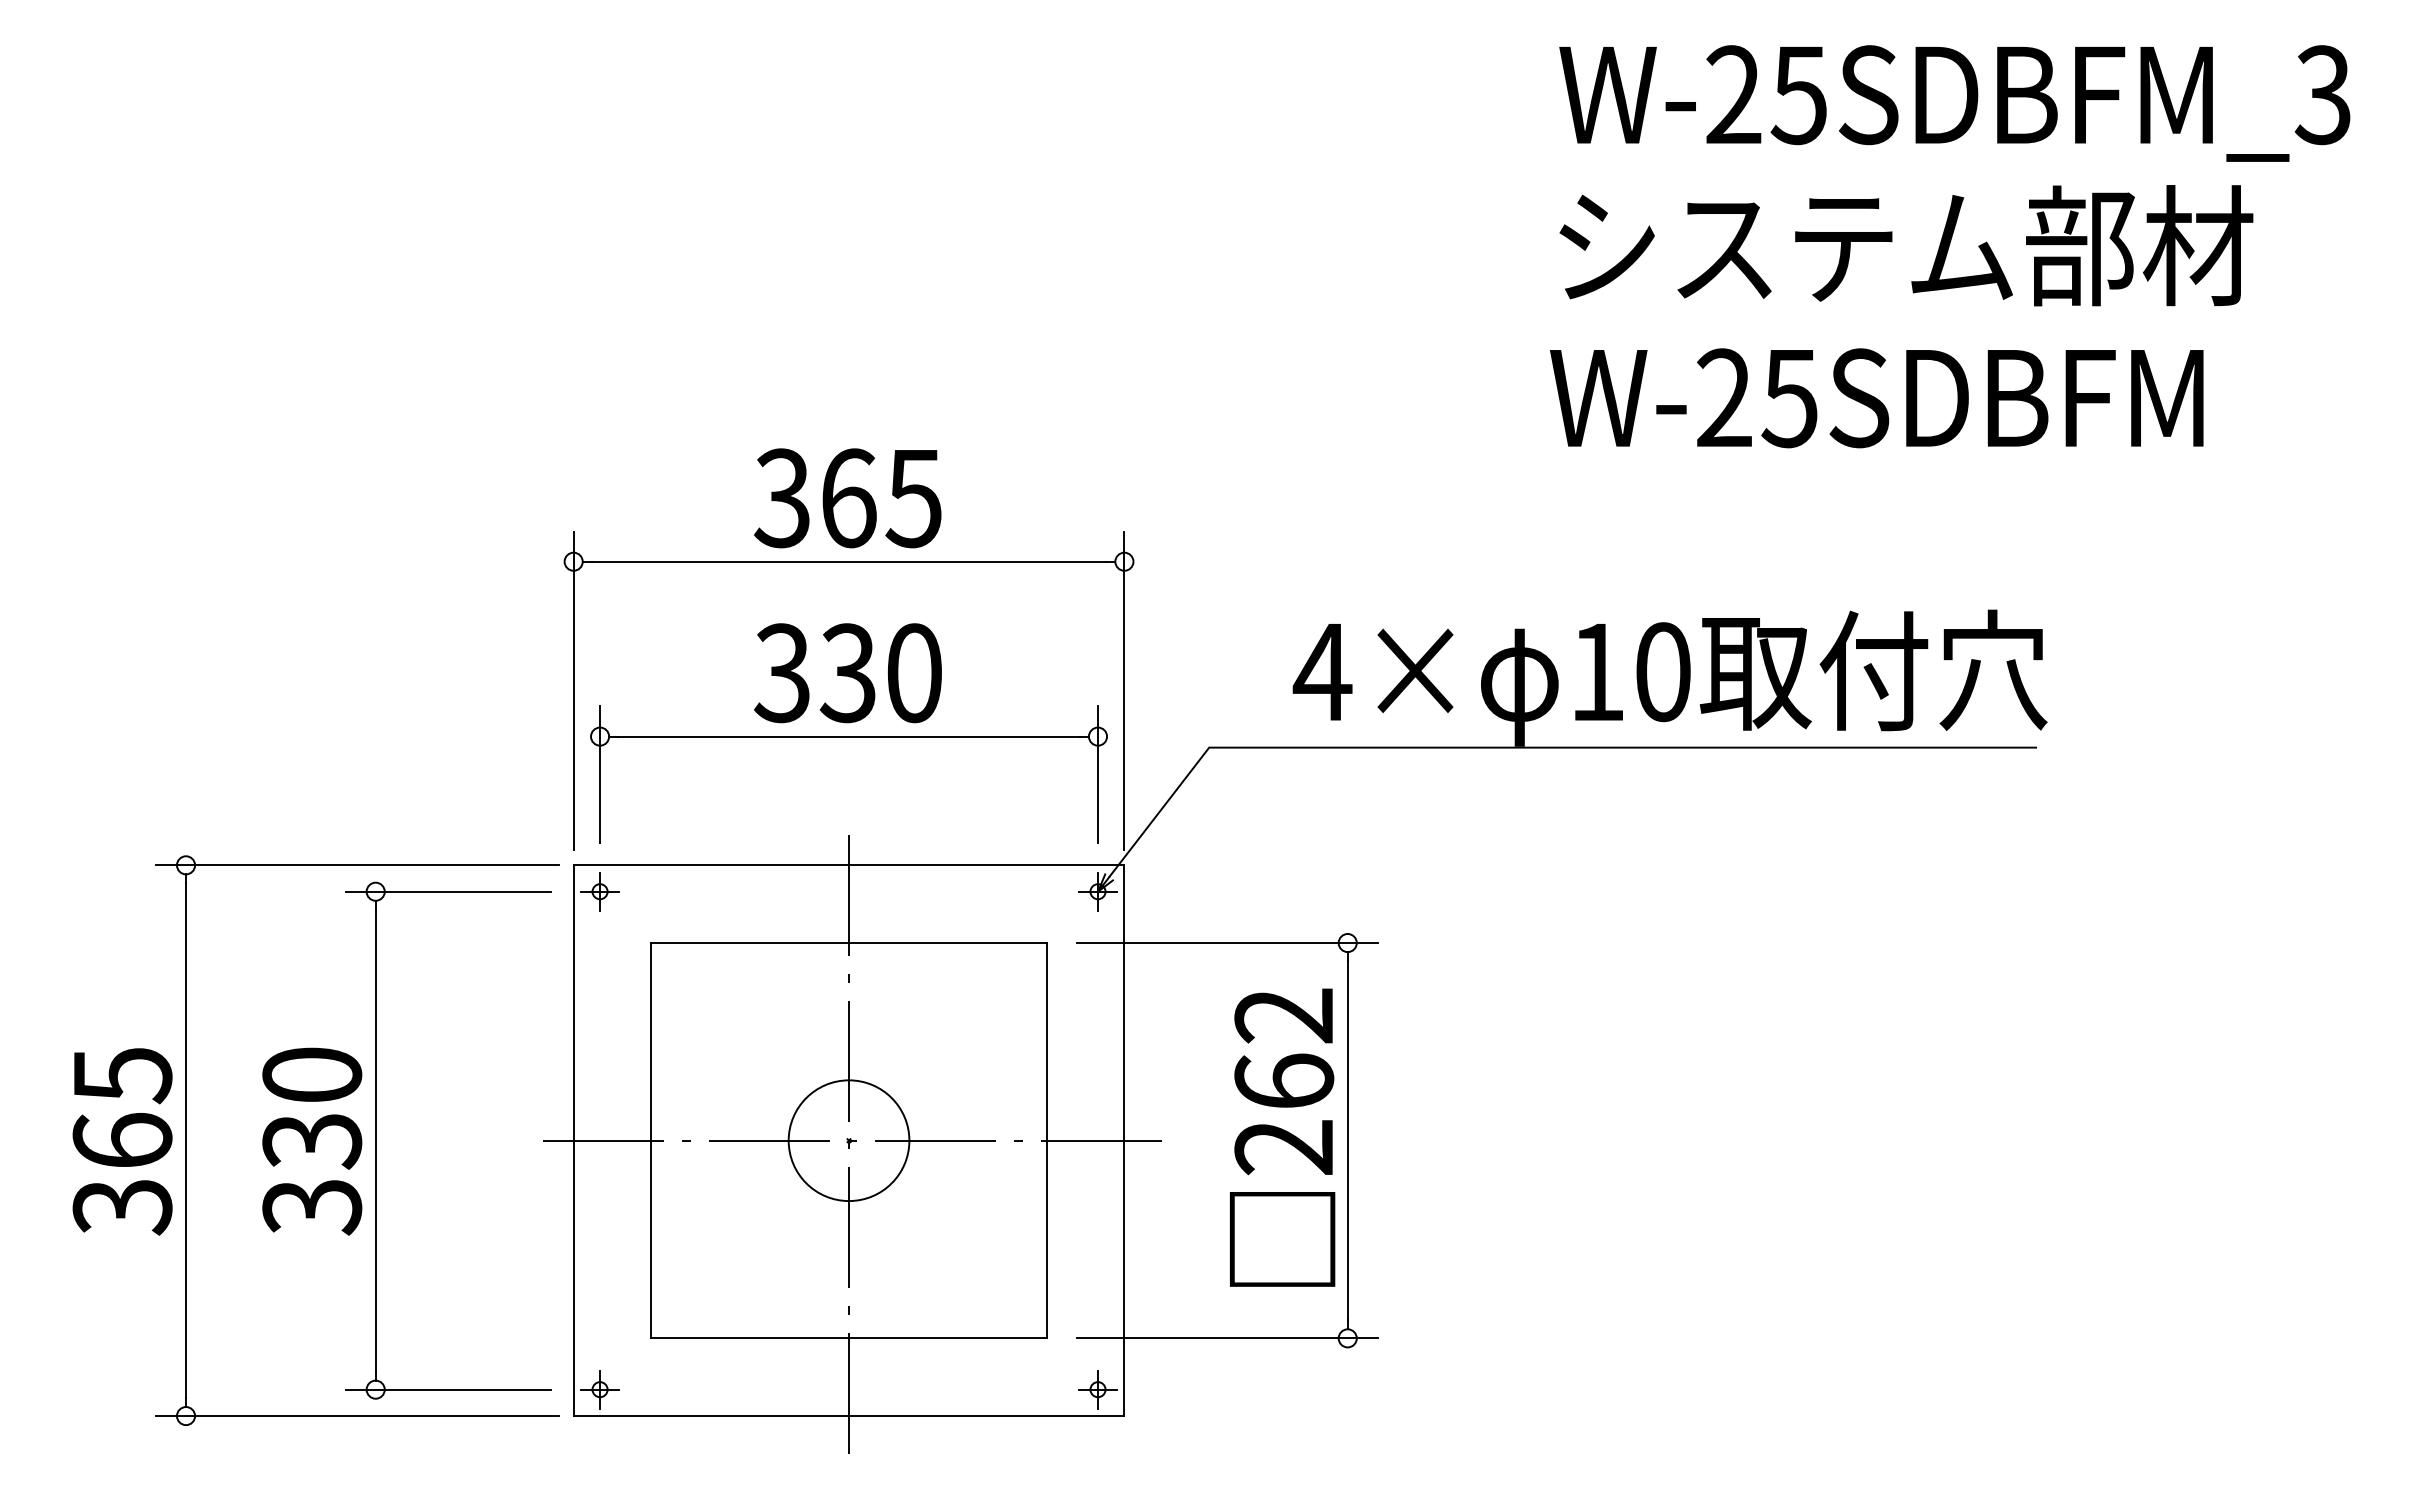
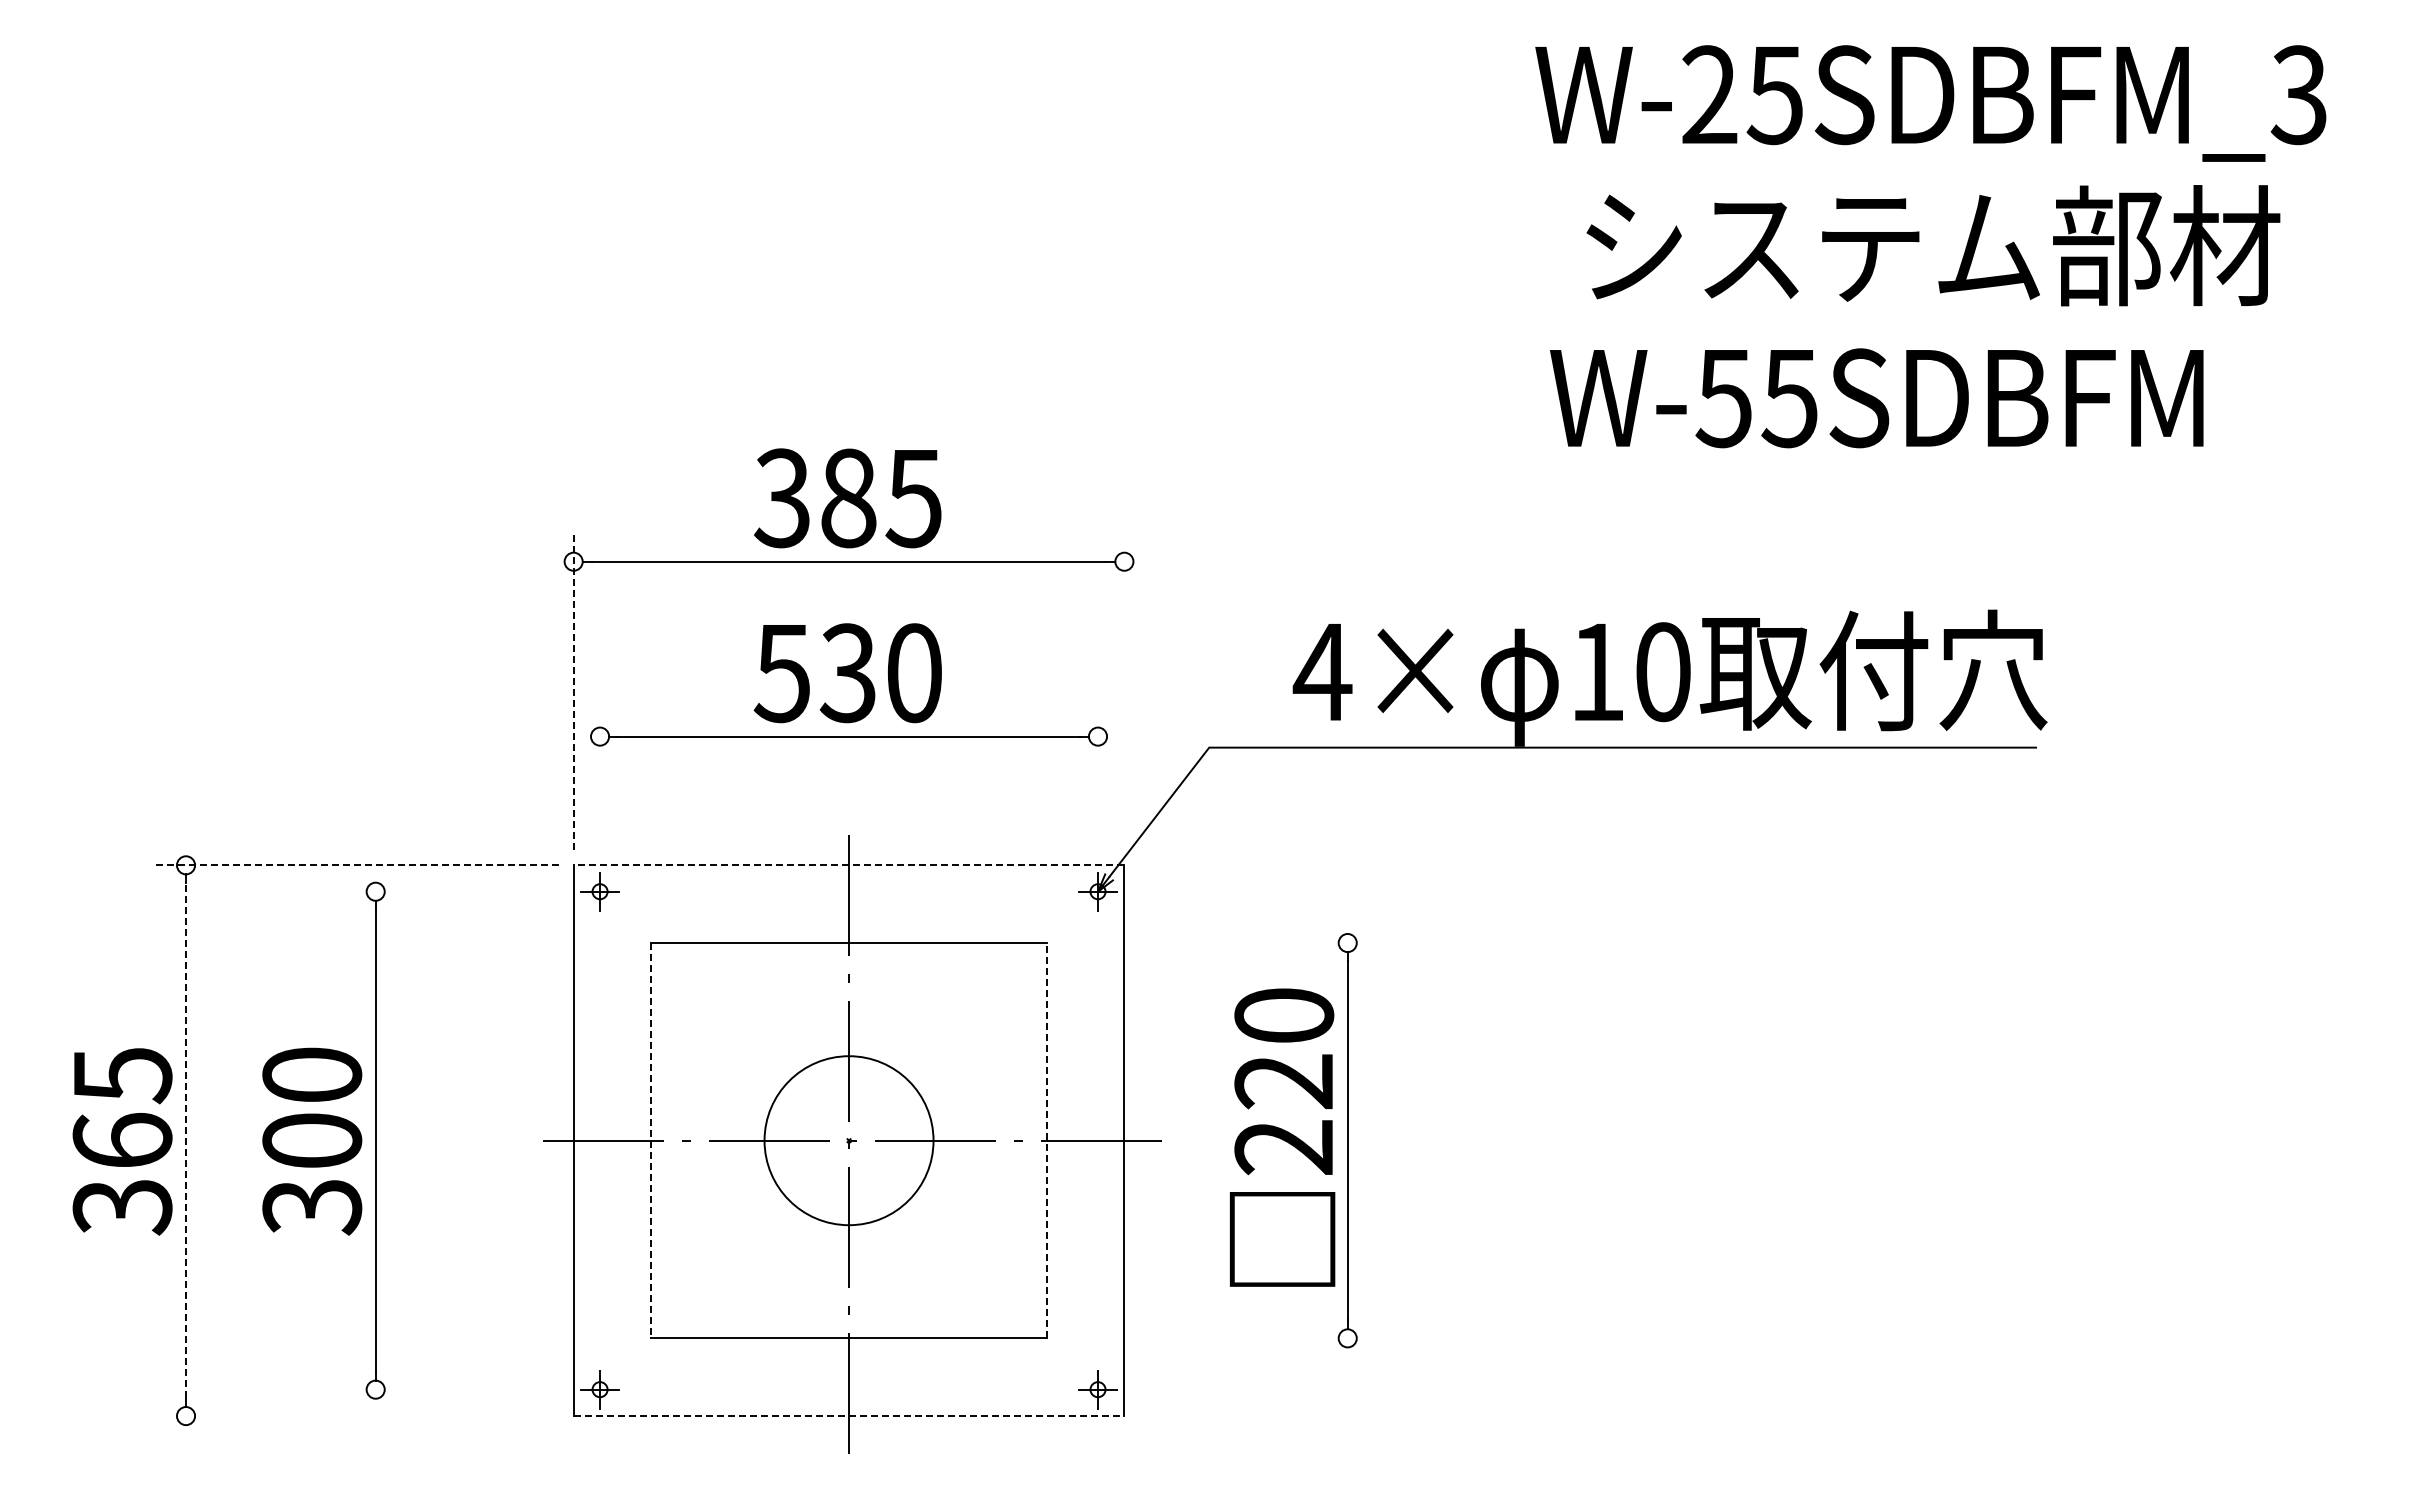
text at (1954, 103) position: (1954, 103) -> (1930, 103)
text at (1906, 245) position: (1906, 245) -> (1933, 245)
text at (1723, 398): W-25SDBFM -> W-55SDBFM
text at (848, 498): 365 -> 385
text at (781, 672): 330 -> 530
line at (573, 690): solid -> dashed
line at (1124, 690): present -> none
line at (600, 774): present -> none
line at (1098, 774): present -> none
line at (356, 865): solid -> dashed
line at (848, 865): solid -> dashed
line at (448, 891): present -> none
line at (1226, 943): present -> none
text at (1284, 1048): 262 -> 220
line at (186, 1140): solid -> dashed
line at (651, 1140): solid -> dashed
circle at (848, 1140) diameter: 121 px -> 169 px
line at (1046, 1140): solid -> dashed
text at (312, 1141): 330 -> 300
line at (1226, 1338): present -> none
line at (448, 1389): present -> none
line at (356, 1416): present -> none
line at (849, 1416): solid -> dashed
